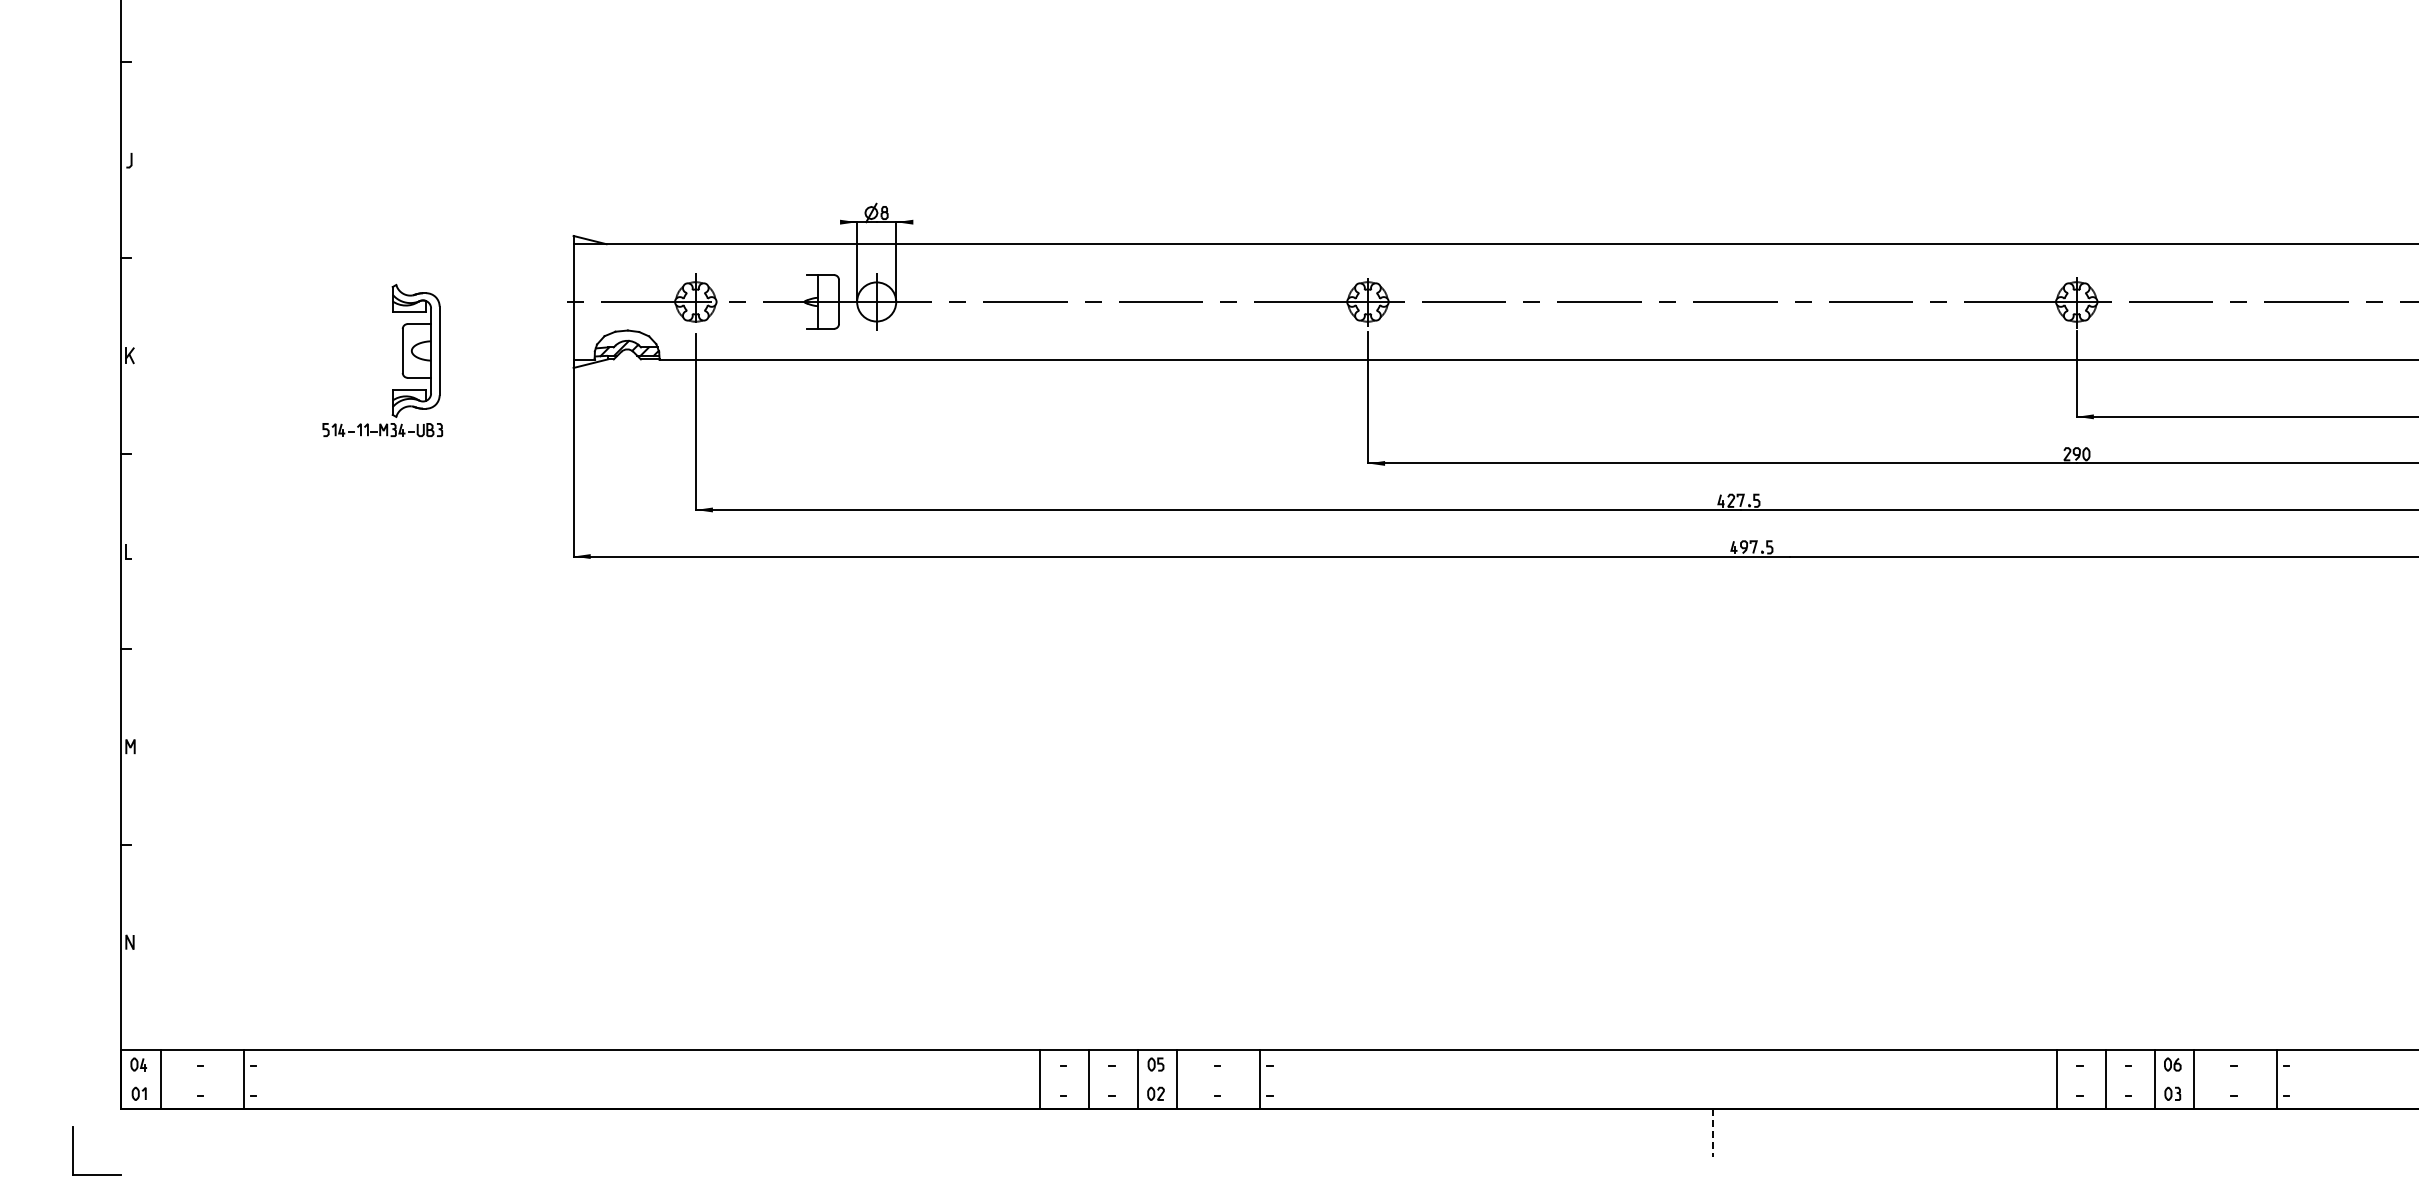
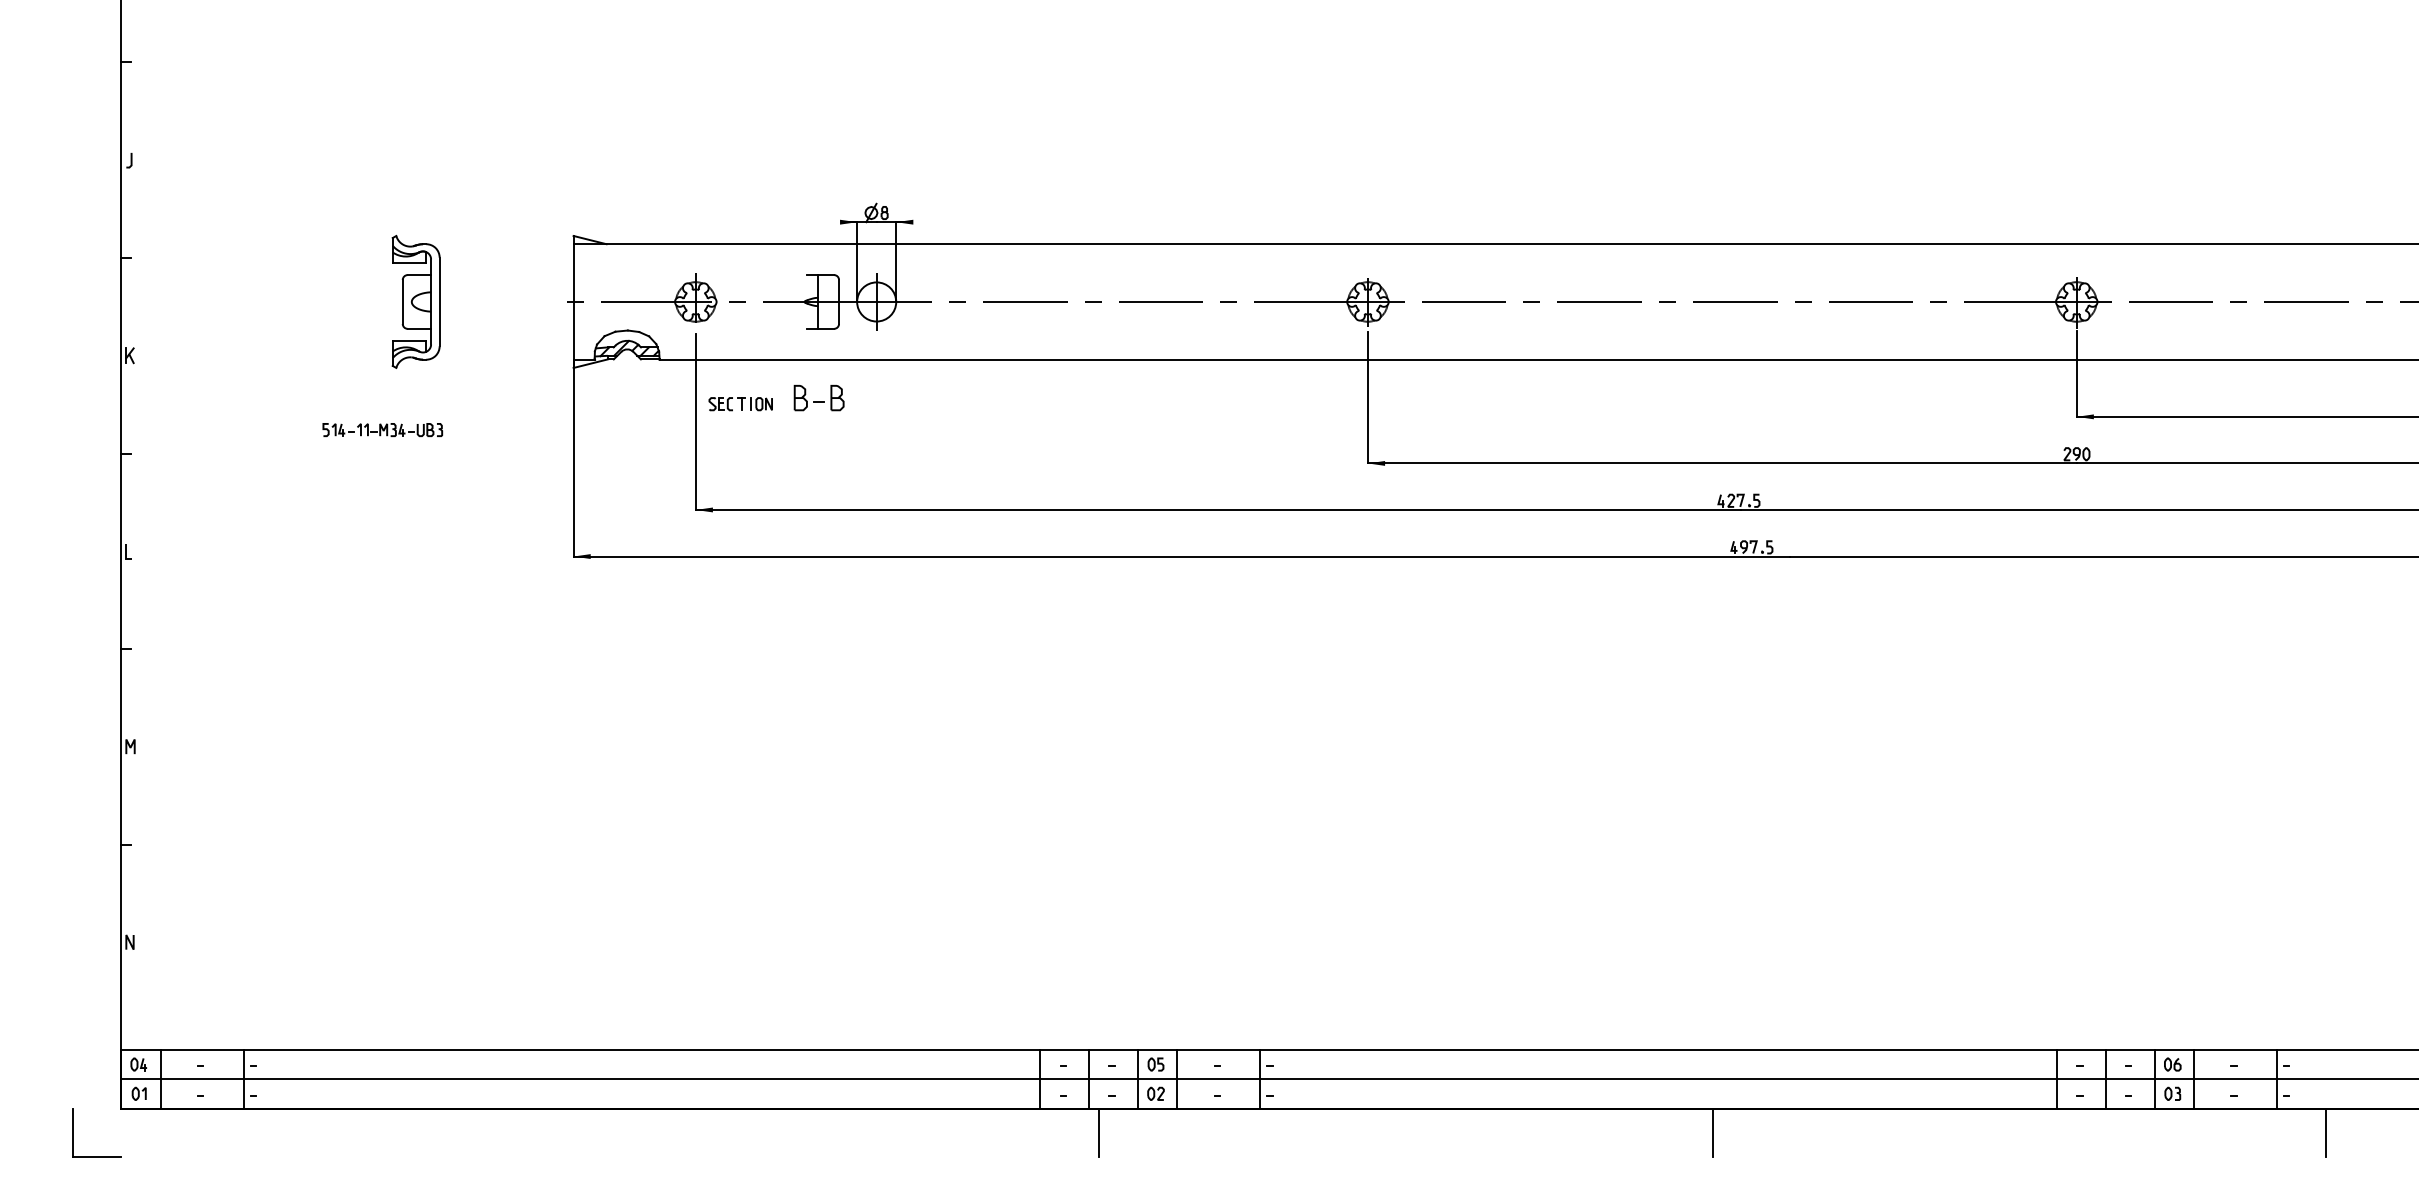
part at (415, 350) position: (415, 350) -> (415, 301)
part at (818, 398): none -> present
part at (740, 404): none -> present
line at (1268, 1079): none -> present
line at (1099, 1132): none -> present
line at (2326, 1132): none -> present
line at (1712, 1133): dashed -> solid
part at (73, 1150) position: (73, 1150) -> (73, 1132)
